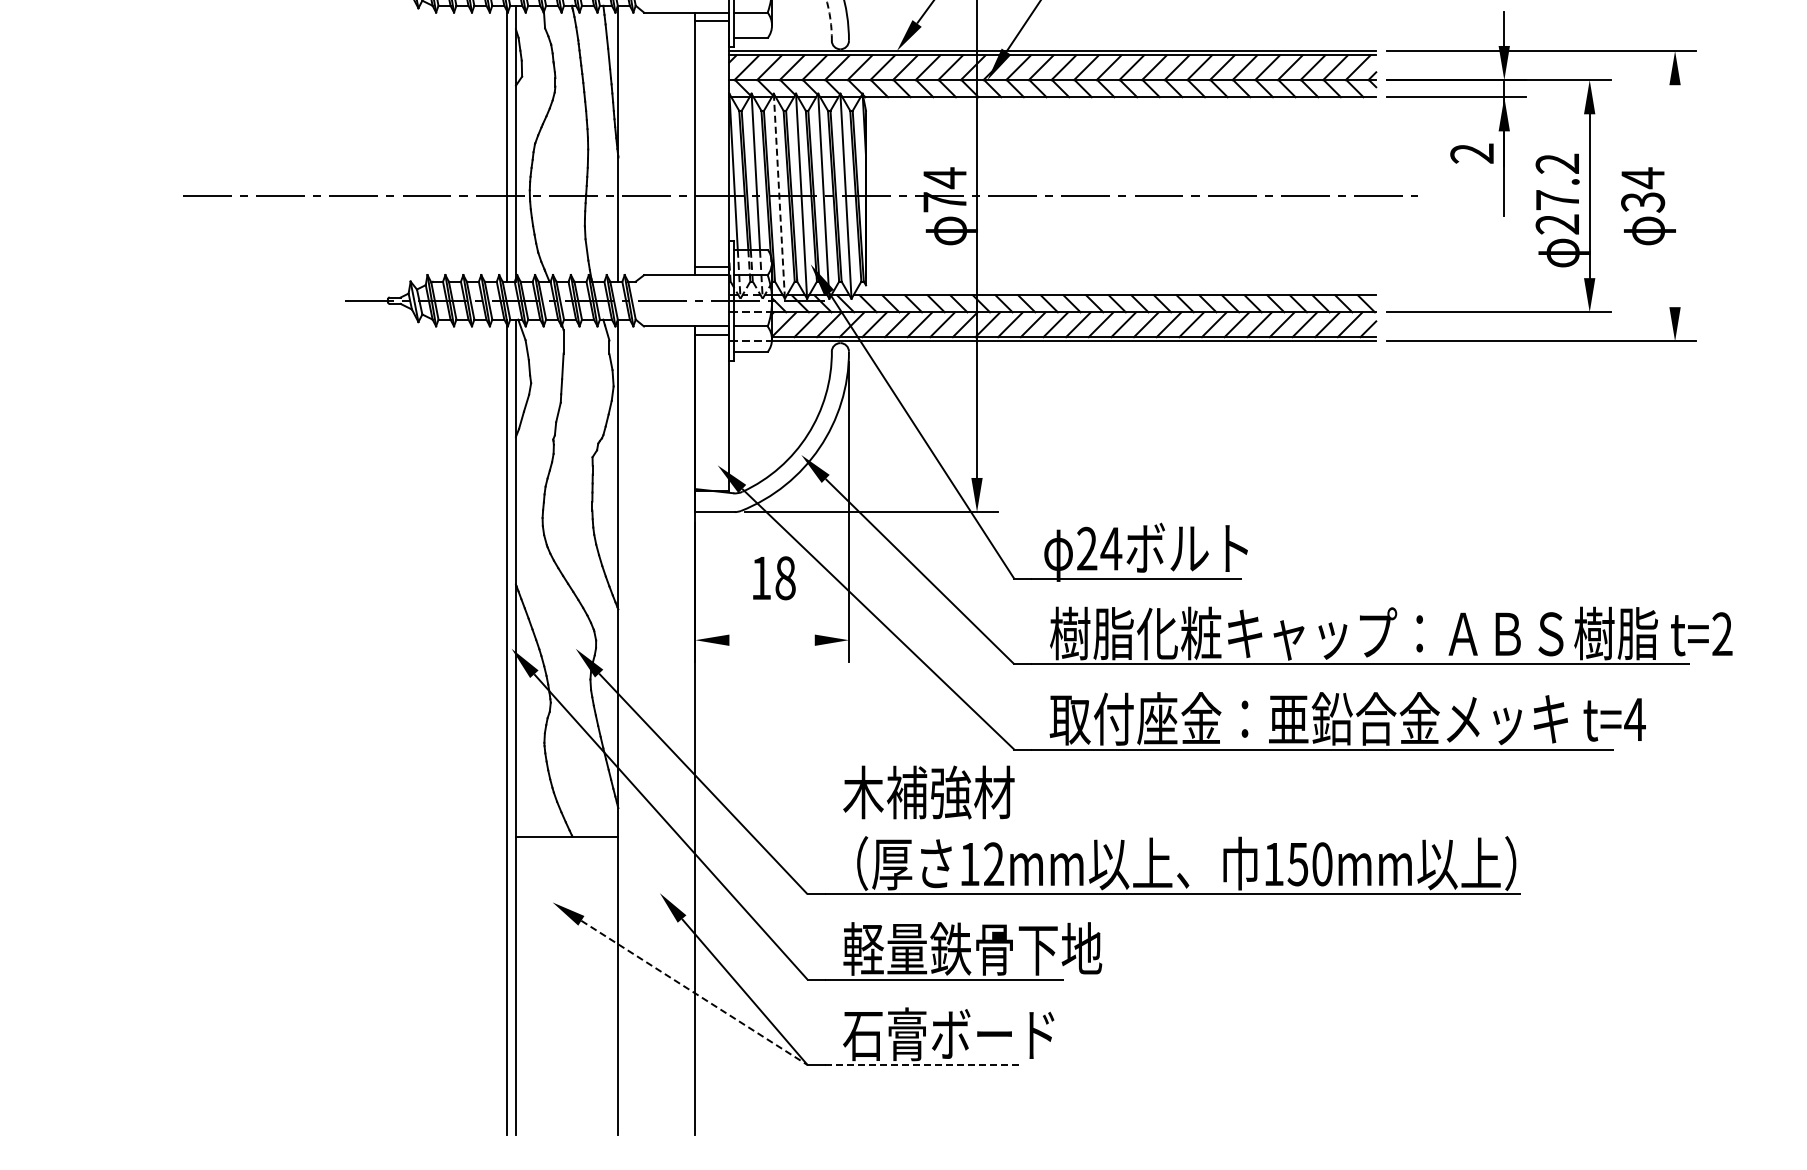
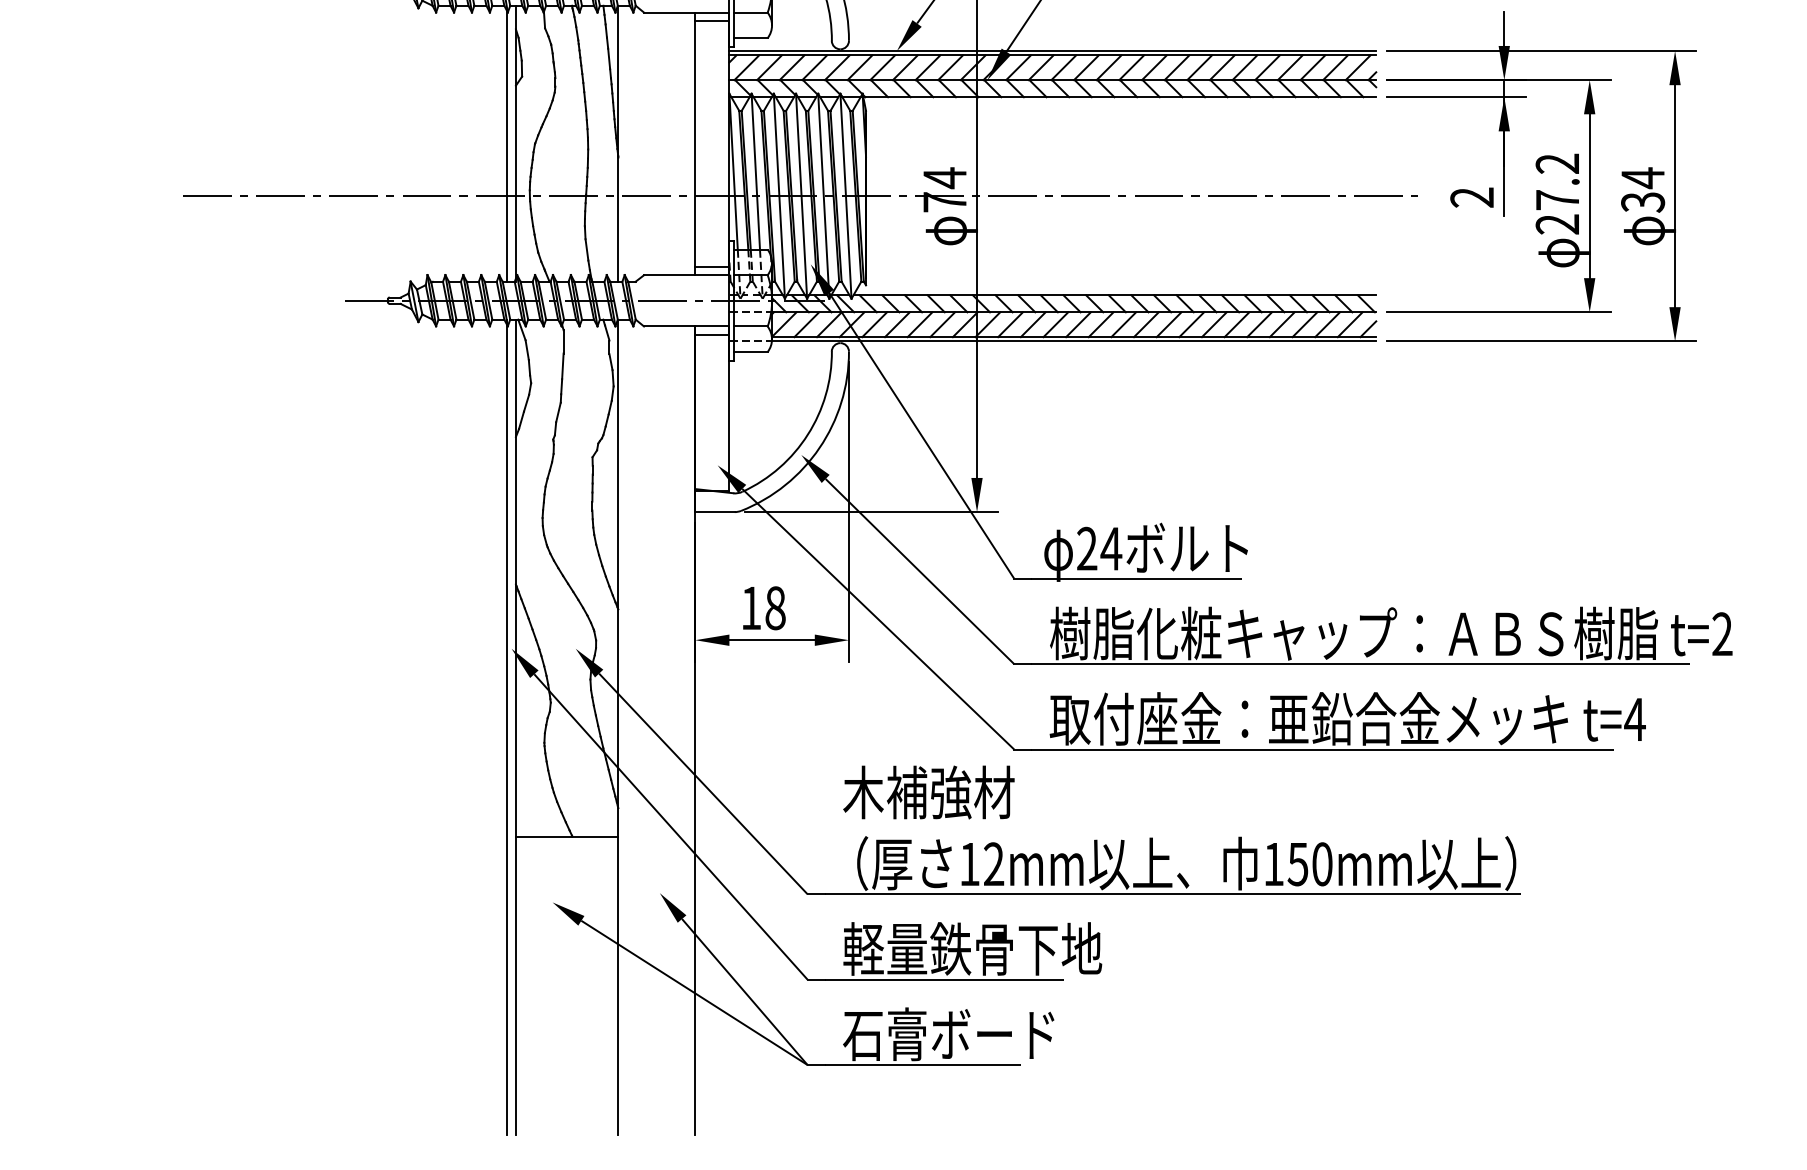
arc at (830, 19): dashed -> solid
text at (1471, 153) position: (1471, 153) -> (1471, 197)
line at (779, 196): dashed -> solid
line at (1675, 196): none -> present
text at (774, 578) position: (774, 578) -> (764, 608)
line at (771, 640): none -> present
line at (694, 993): dashed -> solid
line at (923, 1065): dashed -> solid
